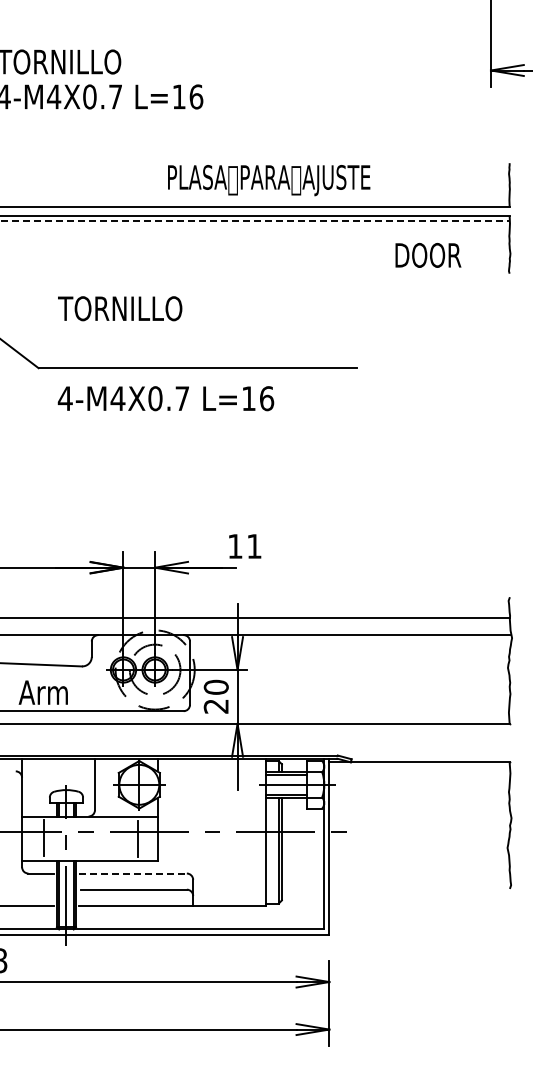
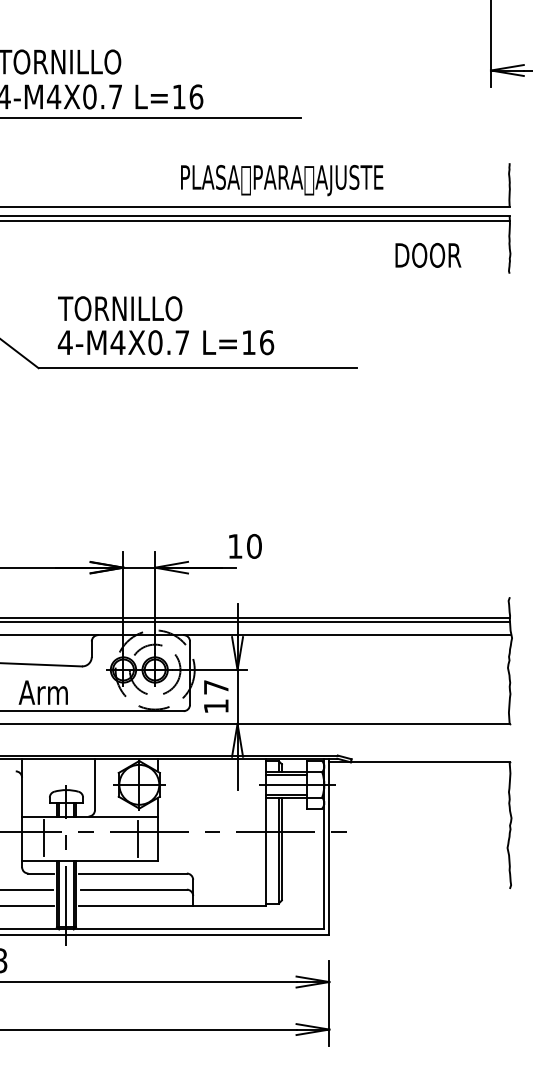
line at (151, 117): none -> present
text at (269, 180) position: (269, 180) -> (282, 180)
line at (255, 220): dashed -> solid
text at (165, 398) position: (165, 398) -> (165, 342)
text at (254, 545): 11 -> 10
line at (255, 622): none -> present
text at (215, 696): 20 -> 17
line at (133, 873): dashed -> solid
line at (27, 889): none -> present
